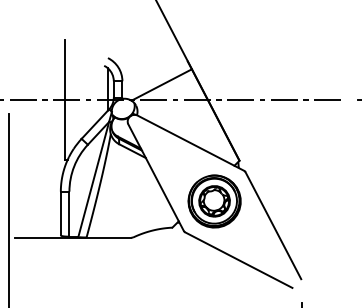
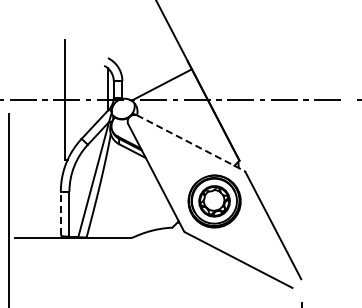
line at (190, 143): solid -> dashed
line at (60, 213): solid -> dashed
